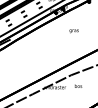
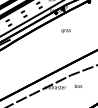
text at (73, 31) position: (73, 31) -> (65, 31)
